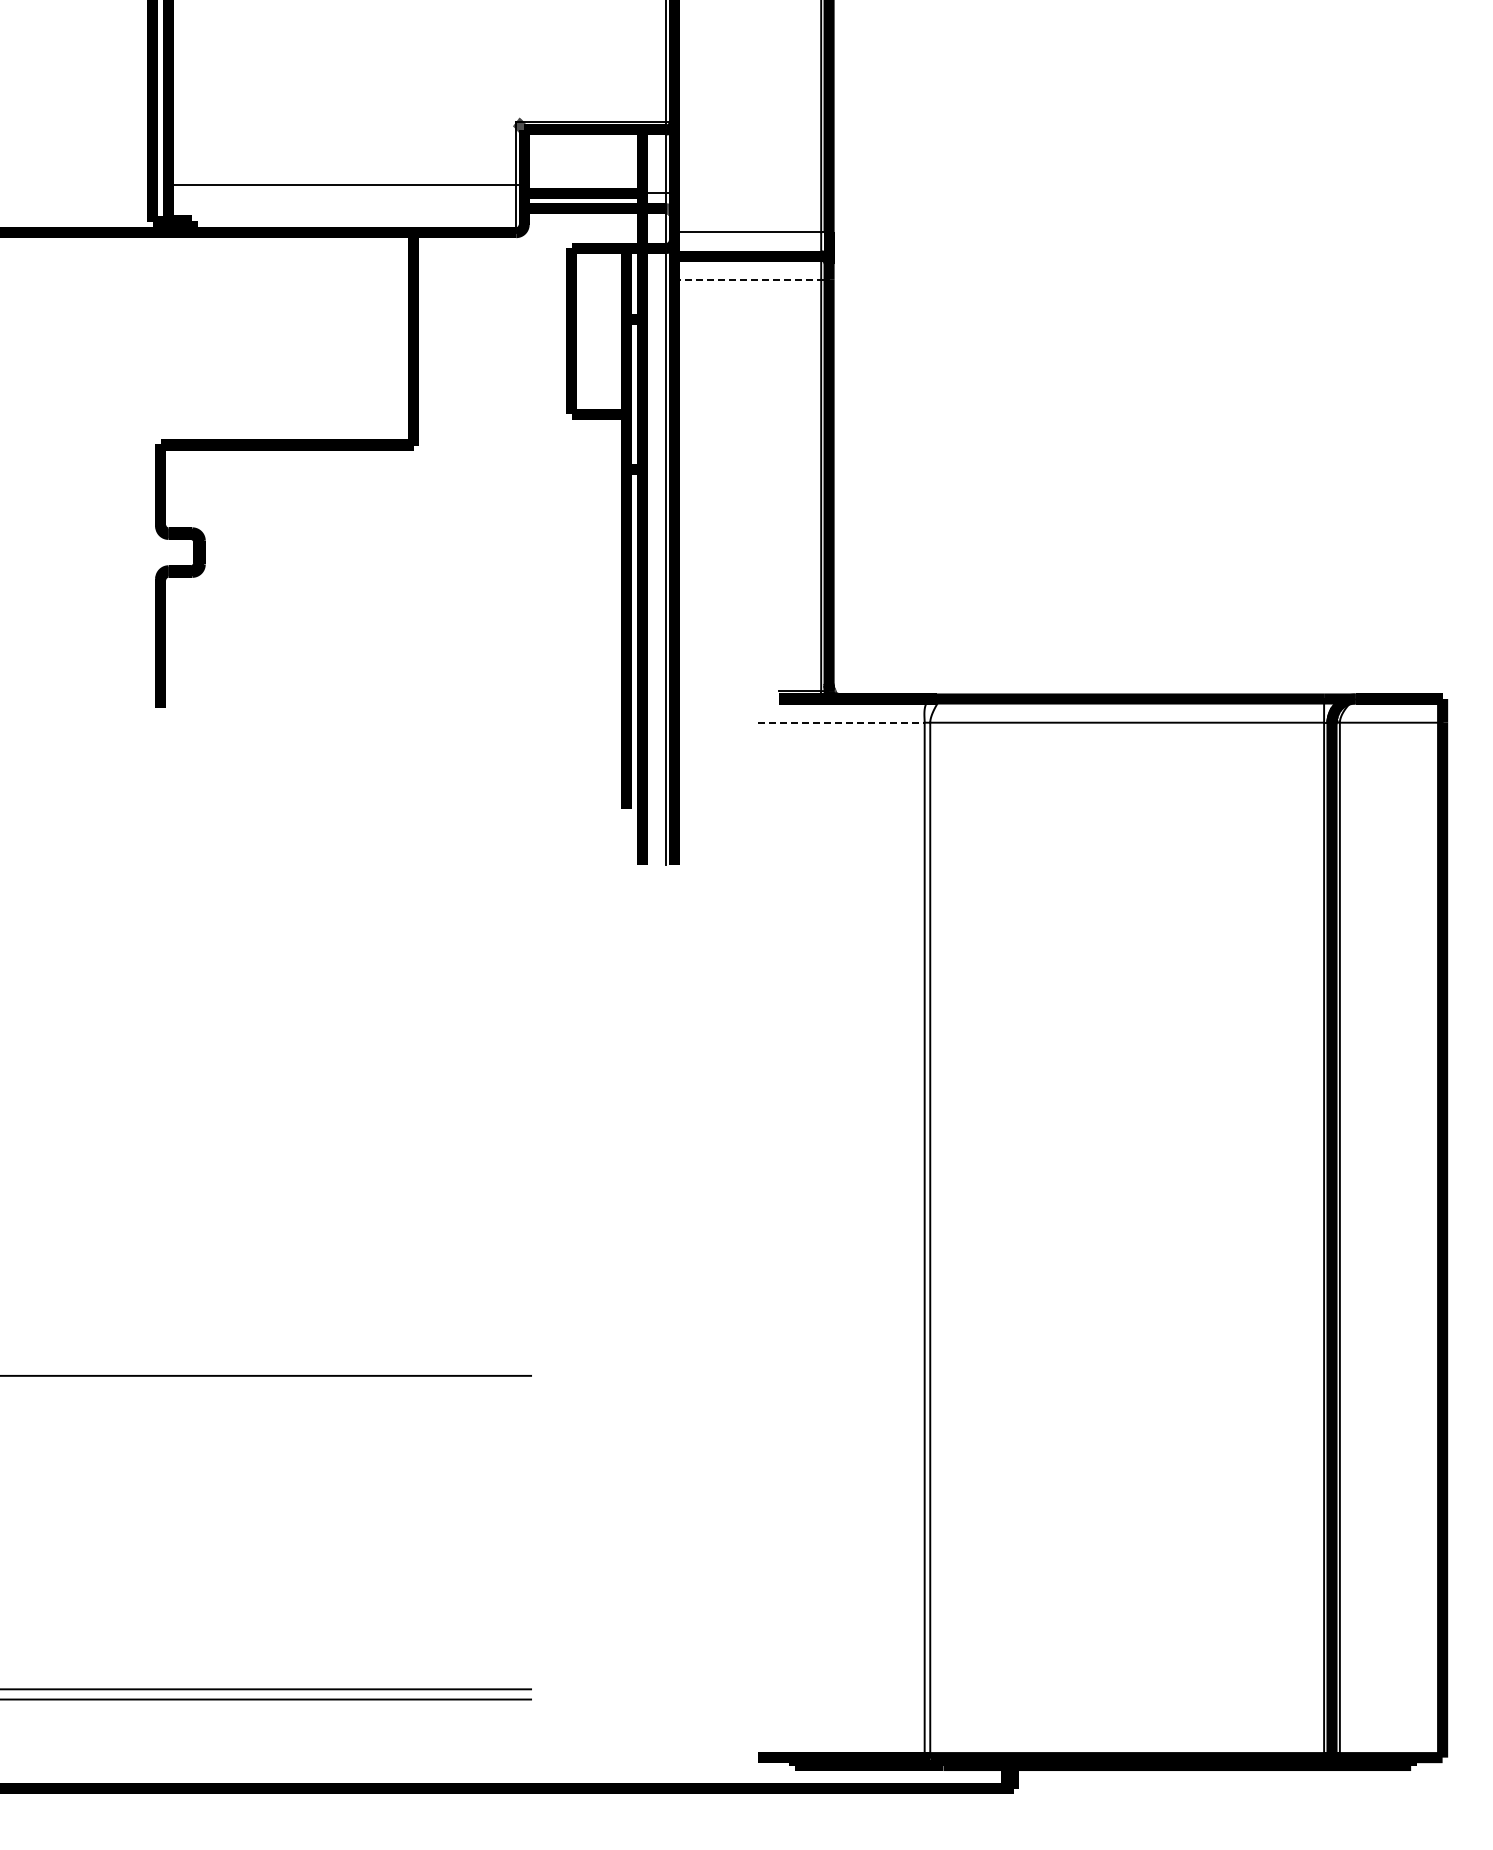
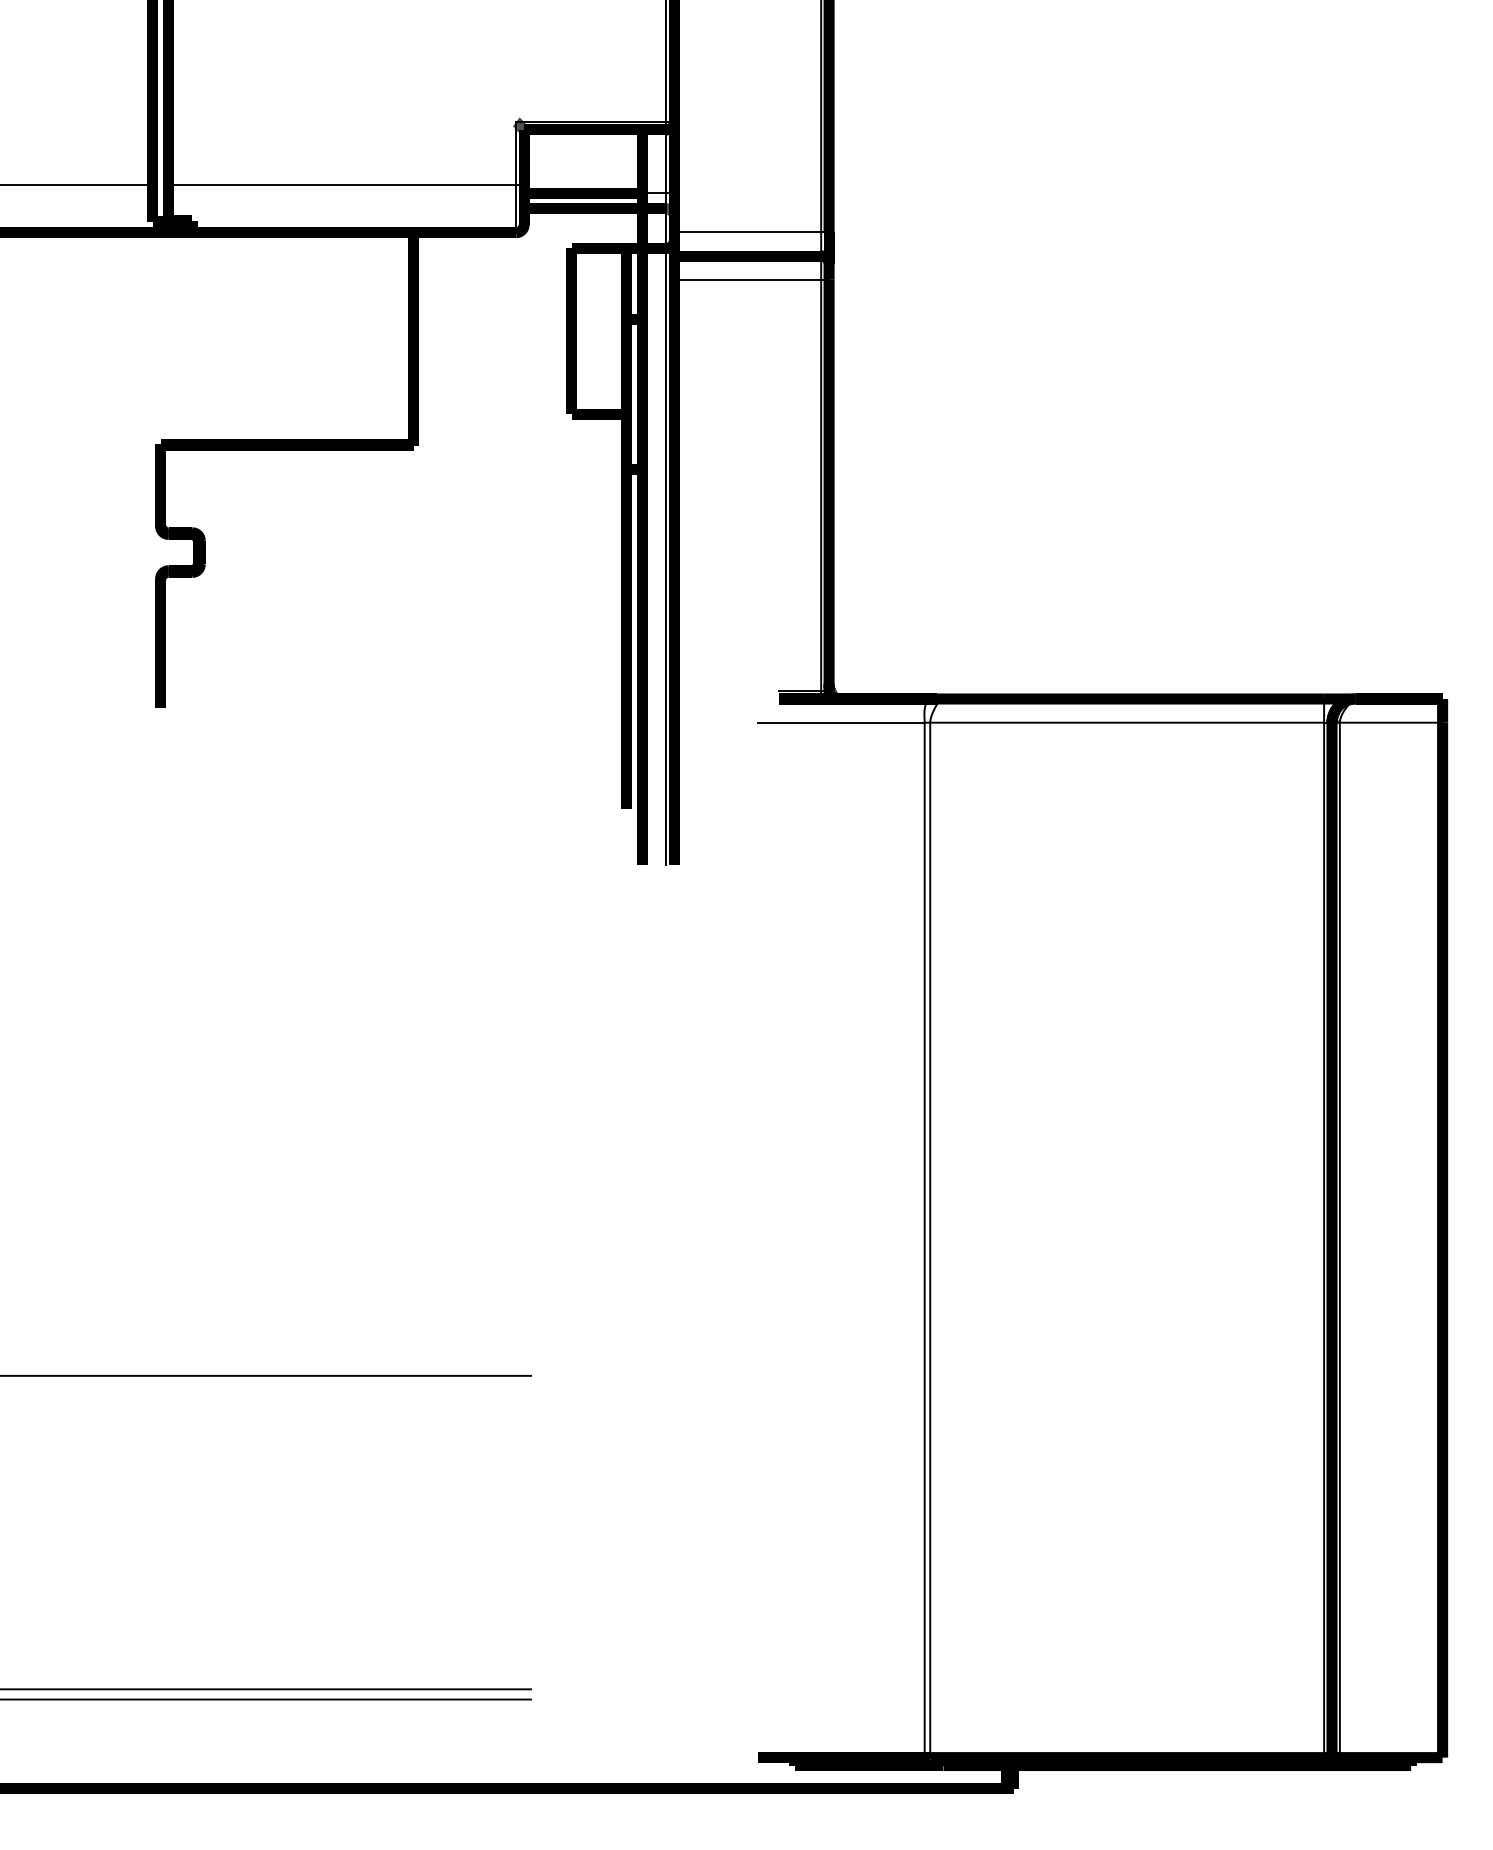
line at (77, 185): none -> present
line at (748, 279): dashed -> solid
line at (841, 722): dashed -> solid
